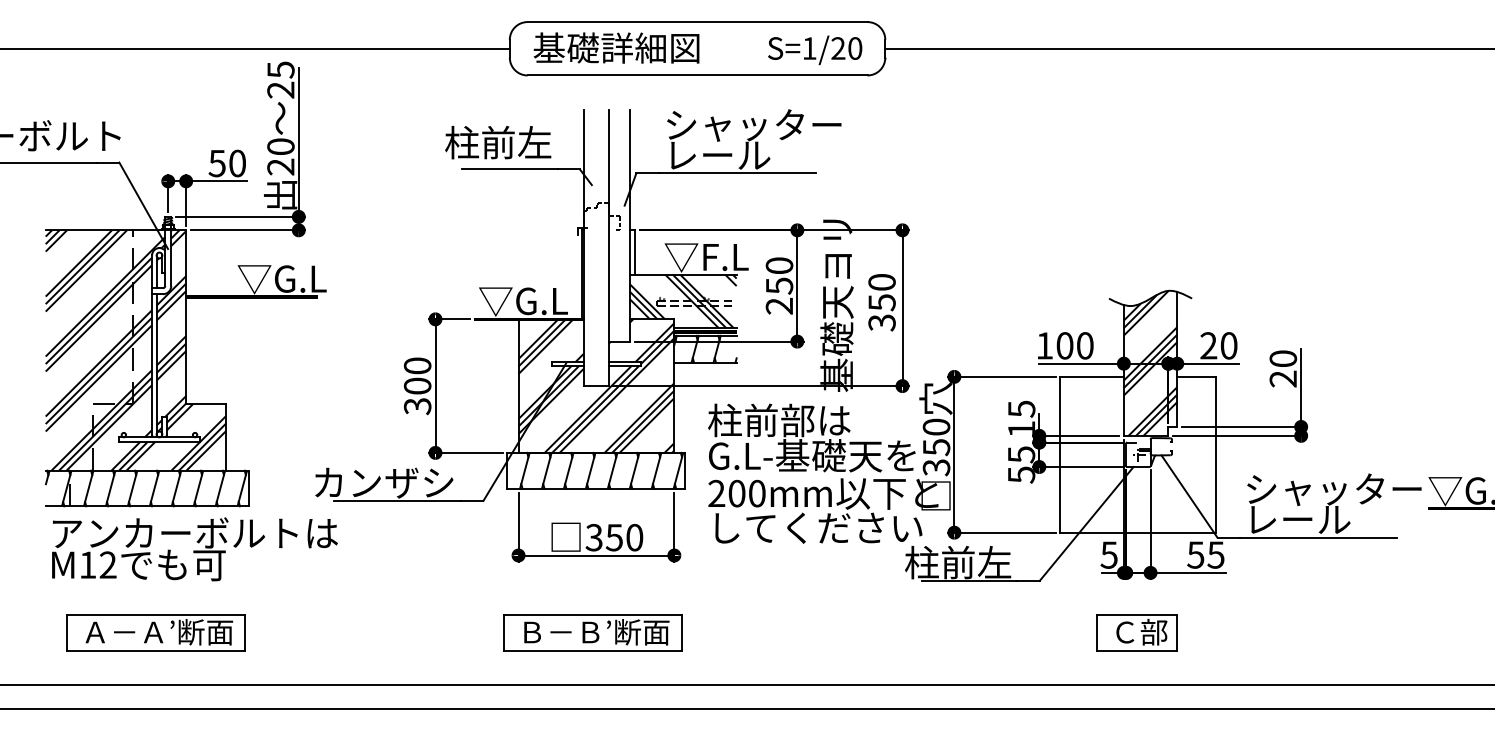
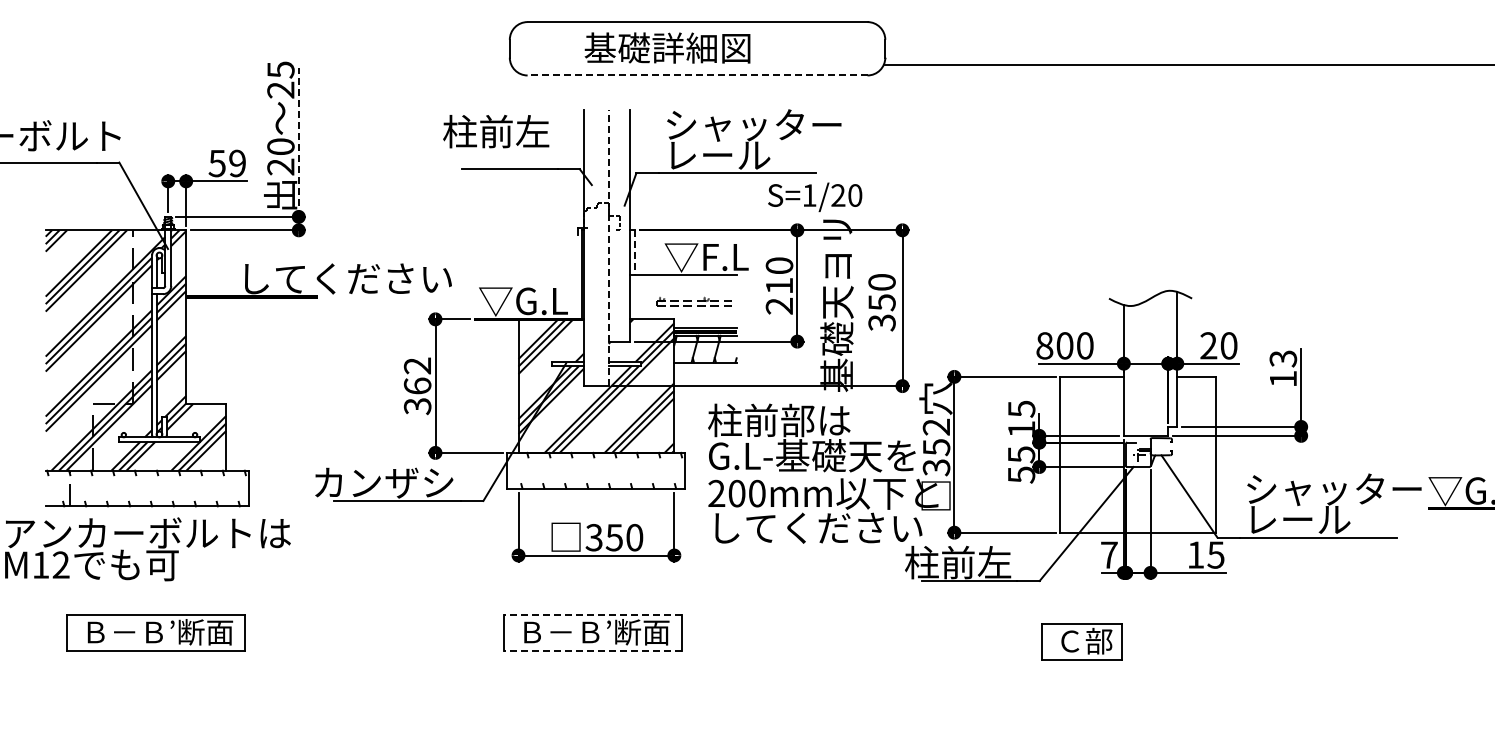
text at (616, 47) position: (616, 47) -> (667, 47)
line at (255, 48): present -> none
line at (1188, 48) position: (1188, 48) -> (1188, 64)
text at (815, 50) position: (815, 50) -> (815, 197)
line at (697, 75): solid -> dashed
line at (298, 142): solid -> dashed
text at (498, 142) position: (498, 142) -> (496, 131)
text at (237, 163): 50 -> 59
line at (608, 247): solid -> dashed
line at (635, 253): solid -> dashed
text at (344, 278): ▽G.L -> してください
text at (779, 285): 250 -> 210
hatch at (683, 301): present -> none
text at (1044, 345): 100 -> 800
hatch at (1150, 362): present -> none
text at (1283, 368): 20 -> 13
text at (417, 375): 300 -> 362
text at (936, 426): 350 -> 352
hatch at (595, 470): present -> none
hatch at (146, 488): present -> none
text at (194, 549) position: (194, 549) -> (147, 549)
text at (1108, 554): 5 -> 7
text at (1195, 554): 55 -> 15
line at (592, 615): solid -> dashed
text at (124, 632): Ａ－Ａ’断面 -> Ｂ－Ｂ’断面
part at (1136, 632) position: (1136, 632) -> (1081, 641)
line at (592, 650): solid -> dashed
line at (746, 684): present -> none
line at (746, 708): present -> none
